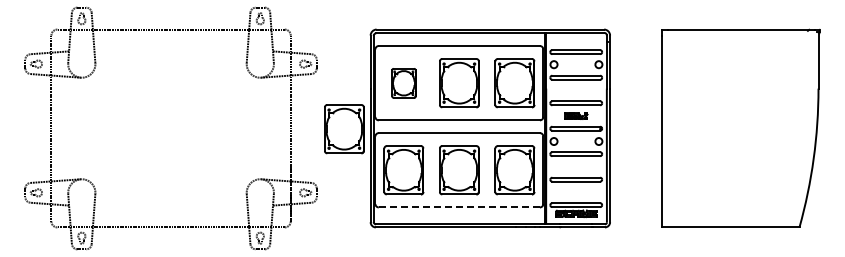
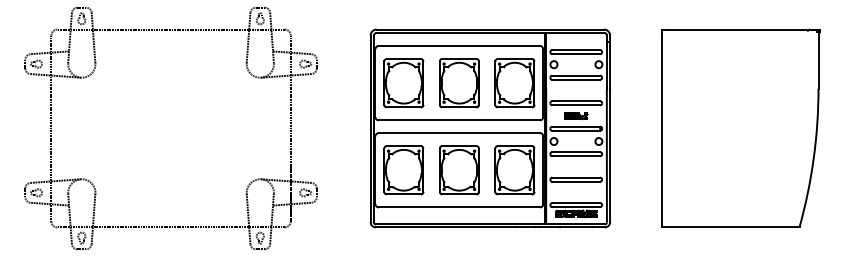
part at (403, 83) size: 26x31 px -> 42x51 px
part at (344, 129): present -> none
line at (459, 207): dashed -> solid
